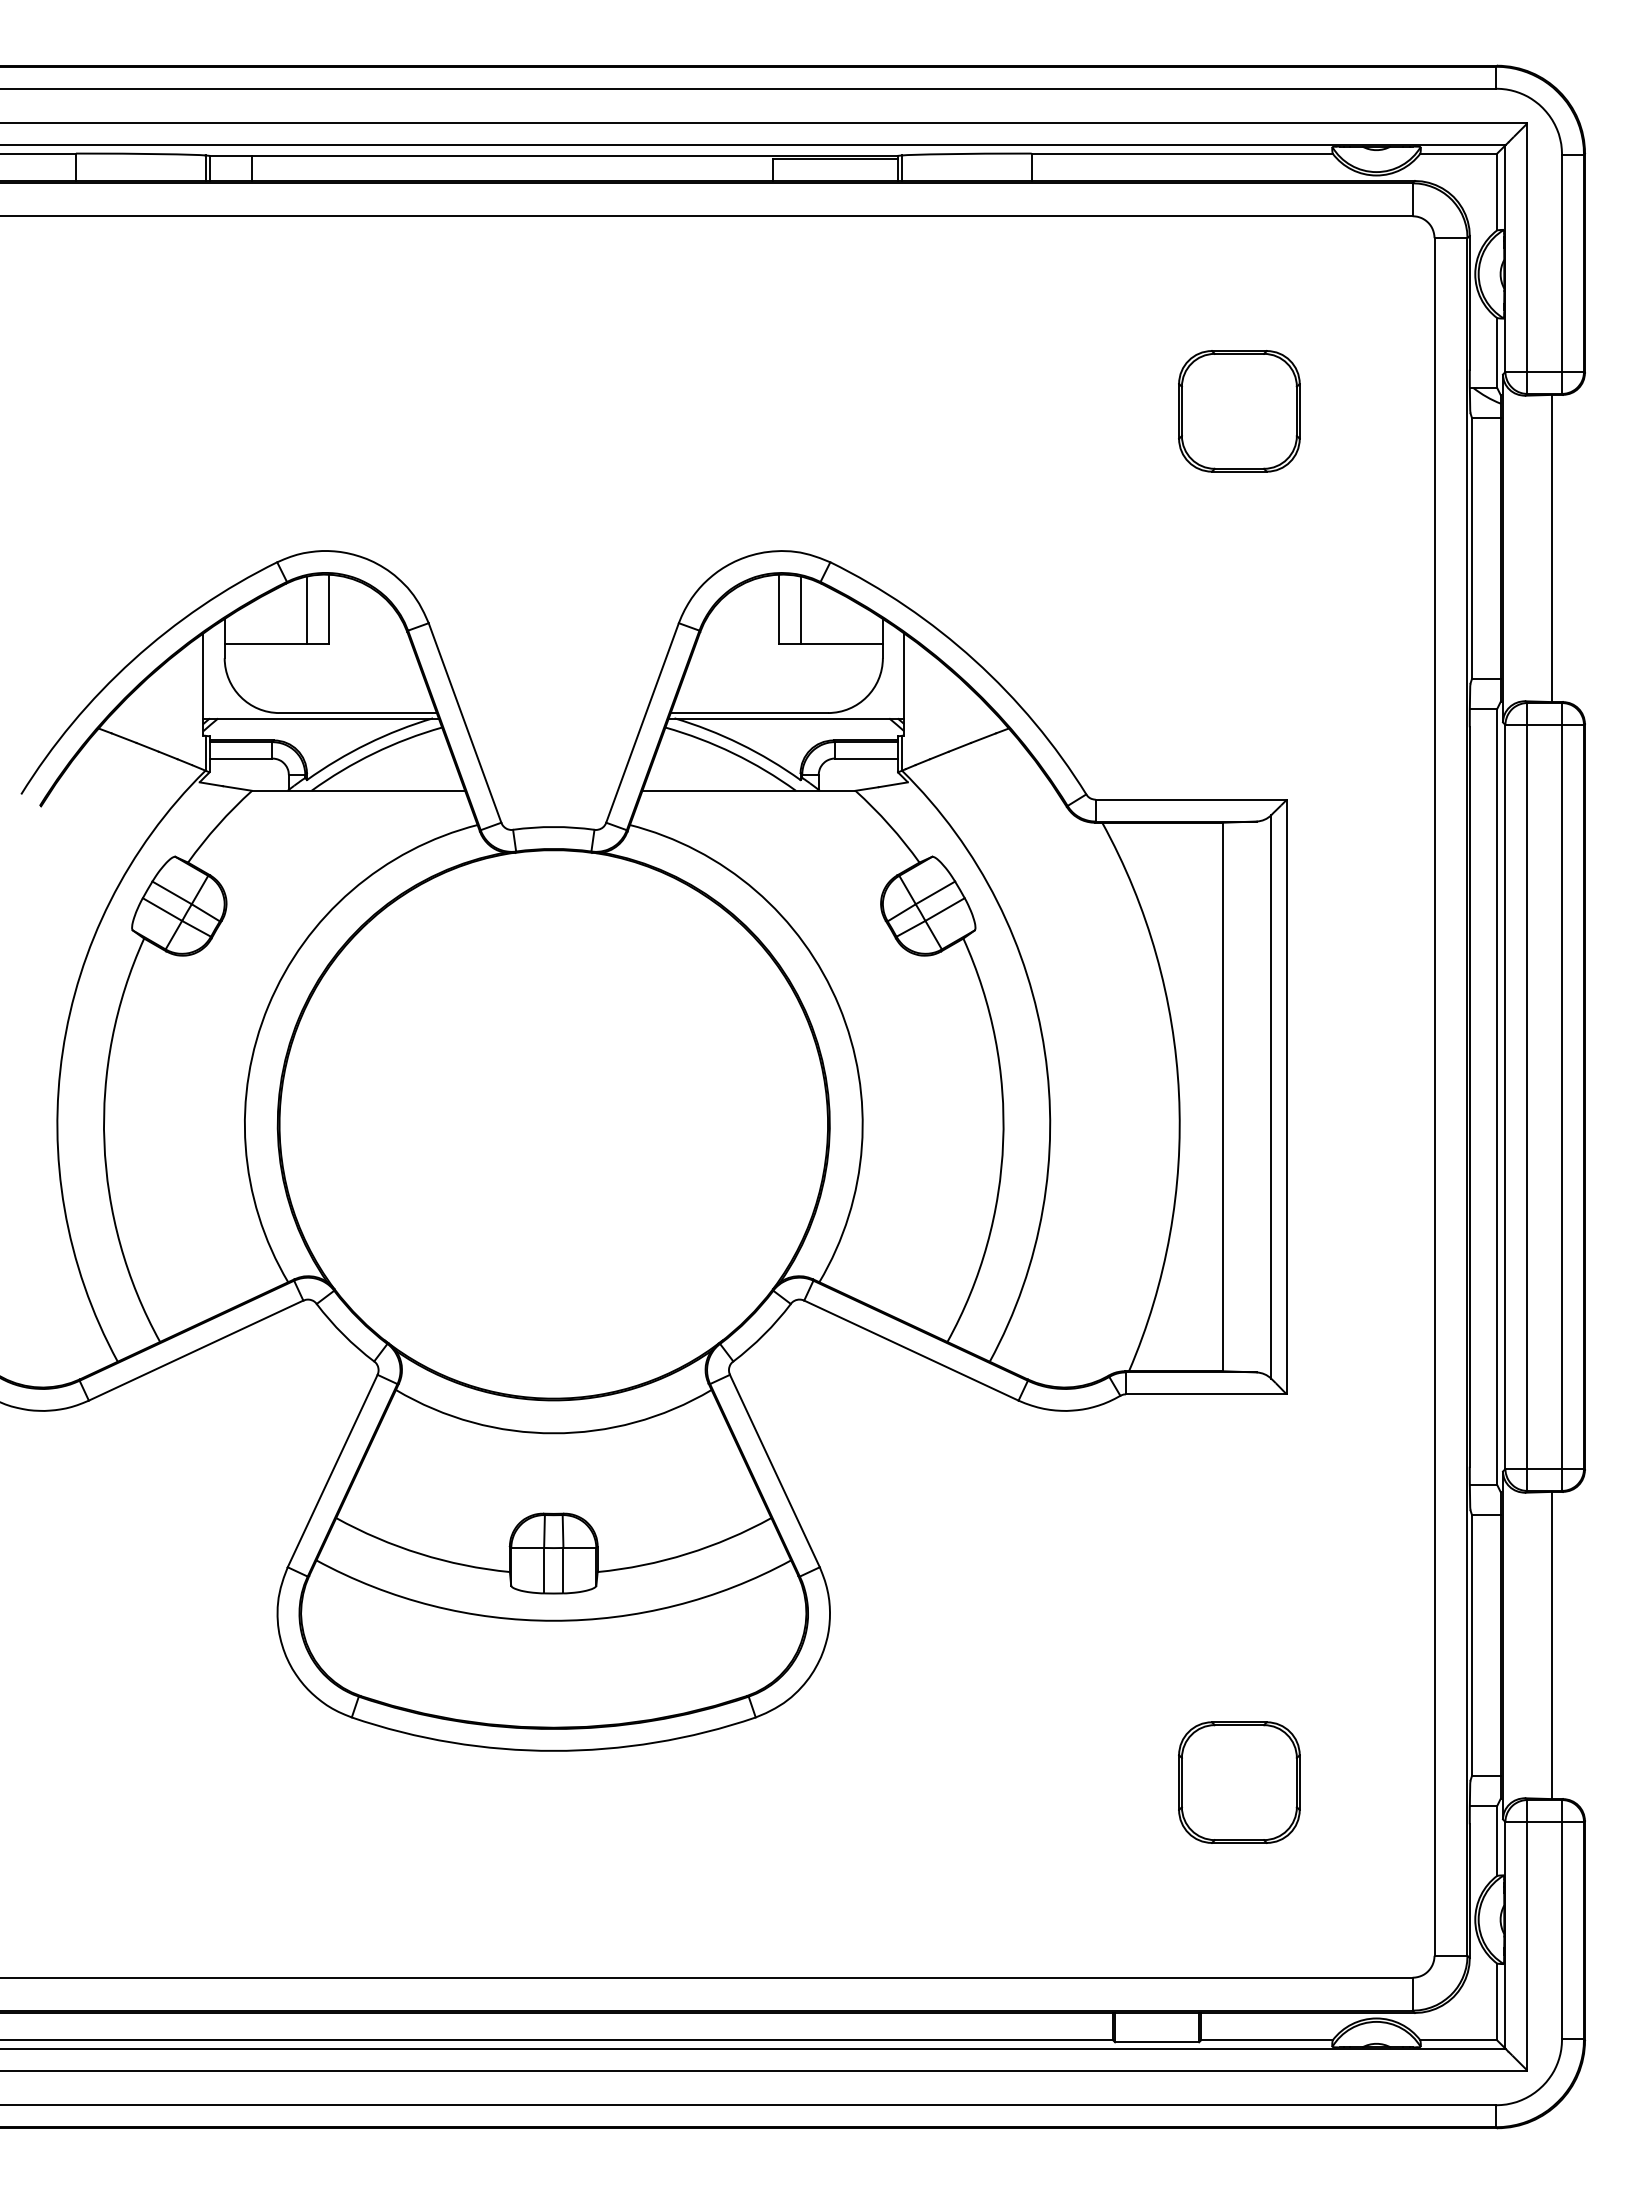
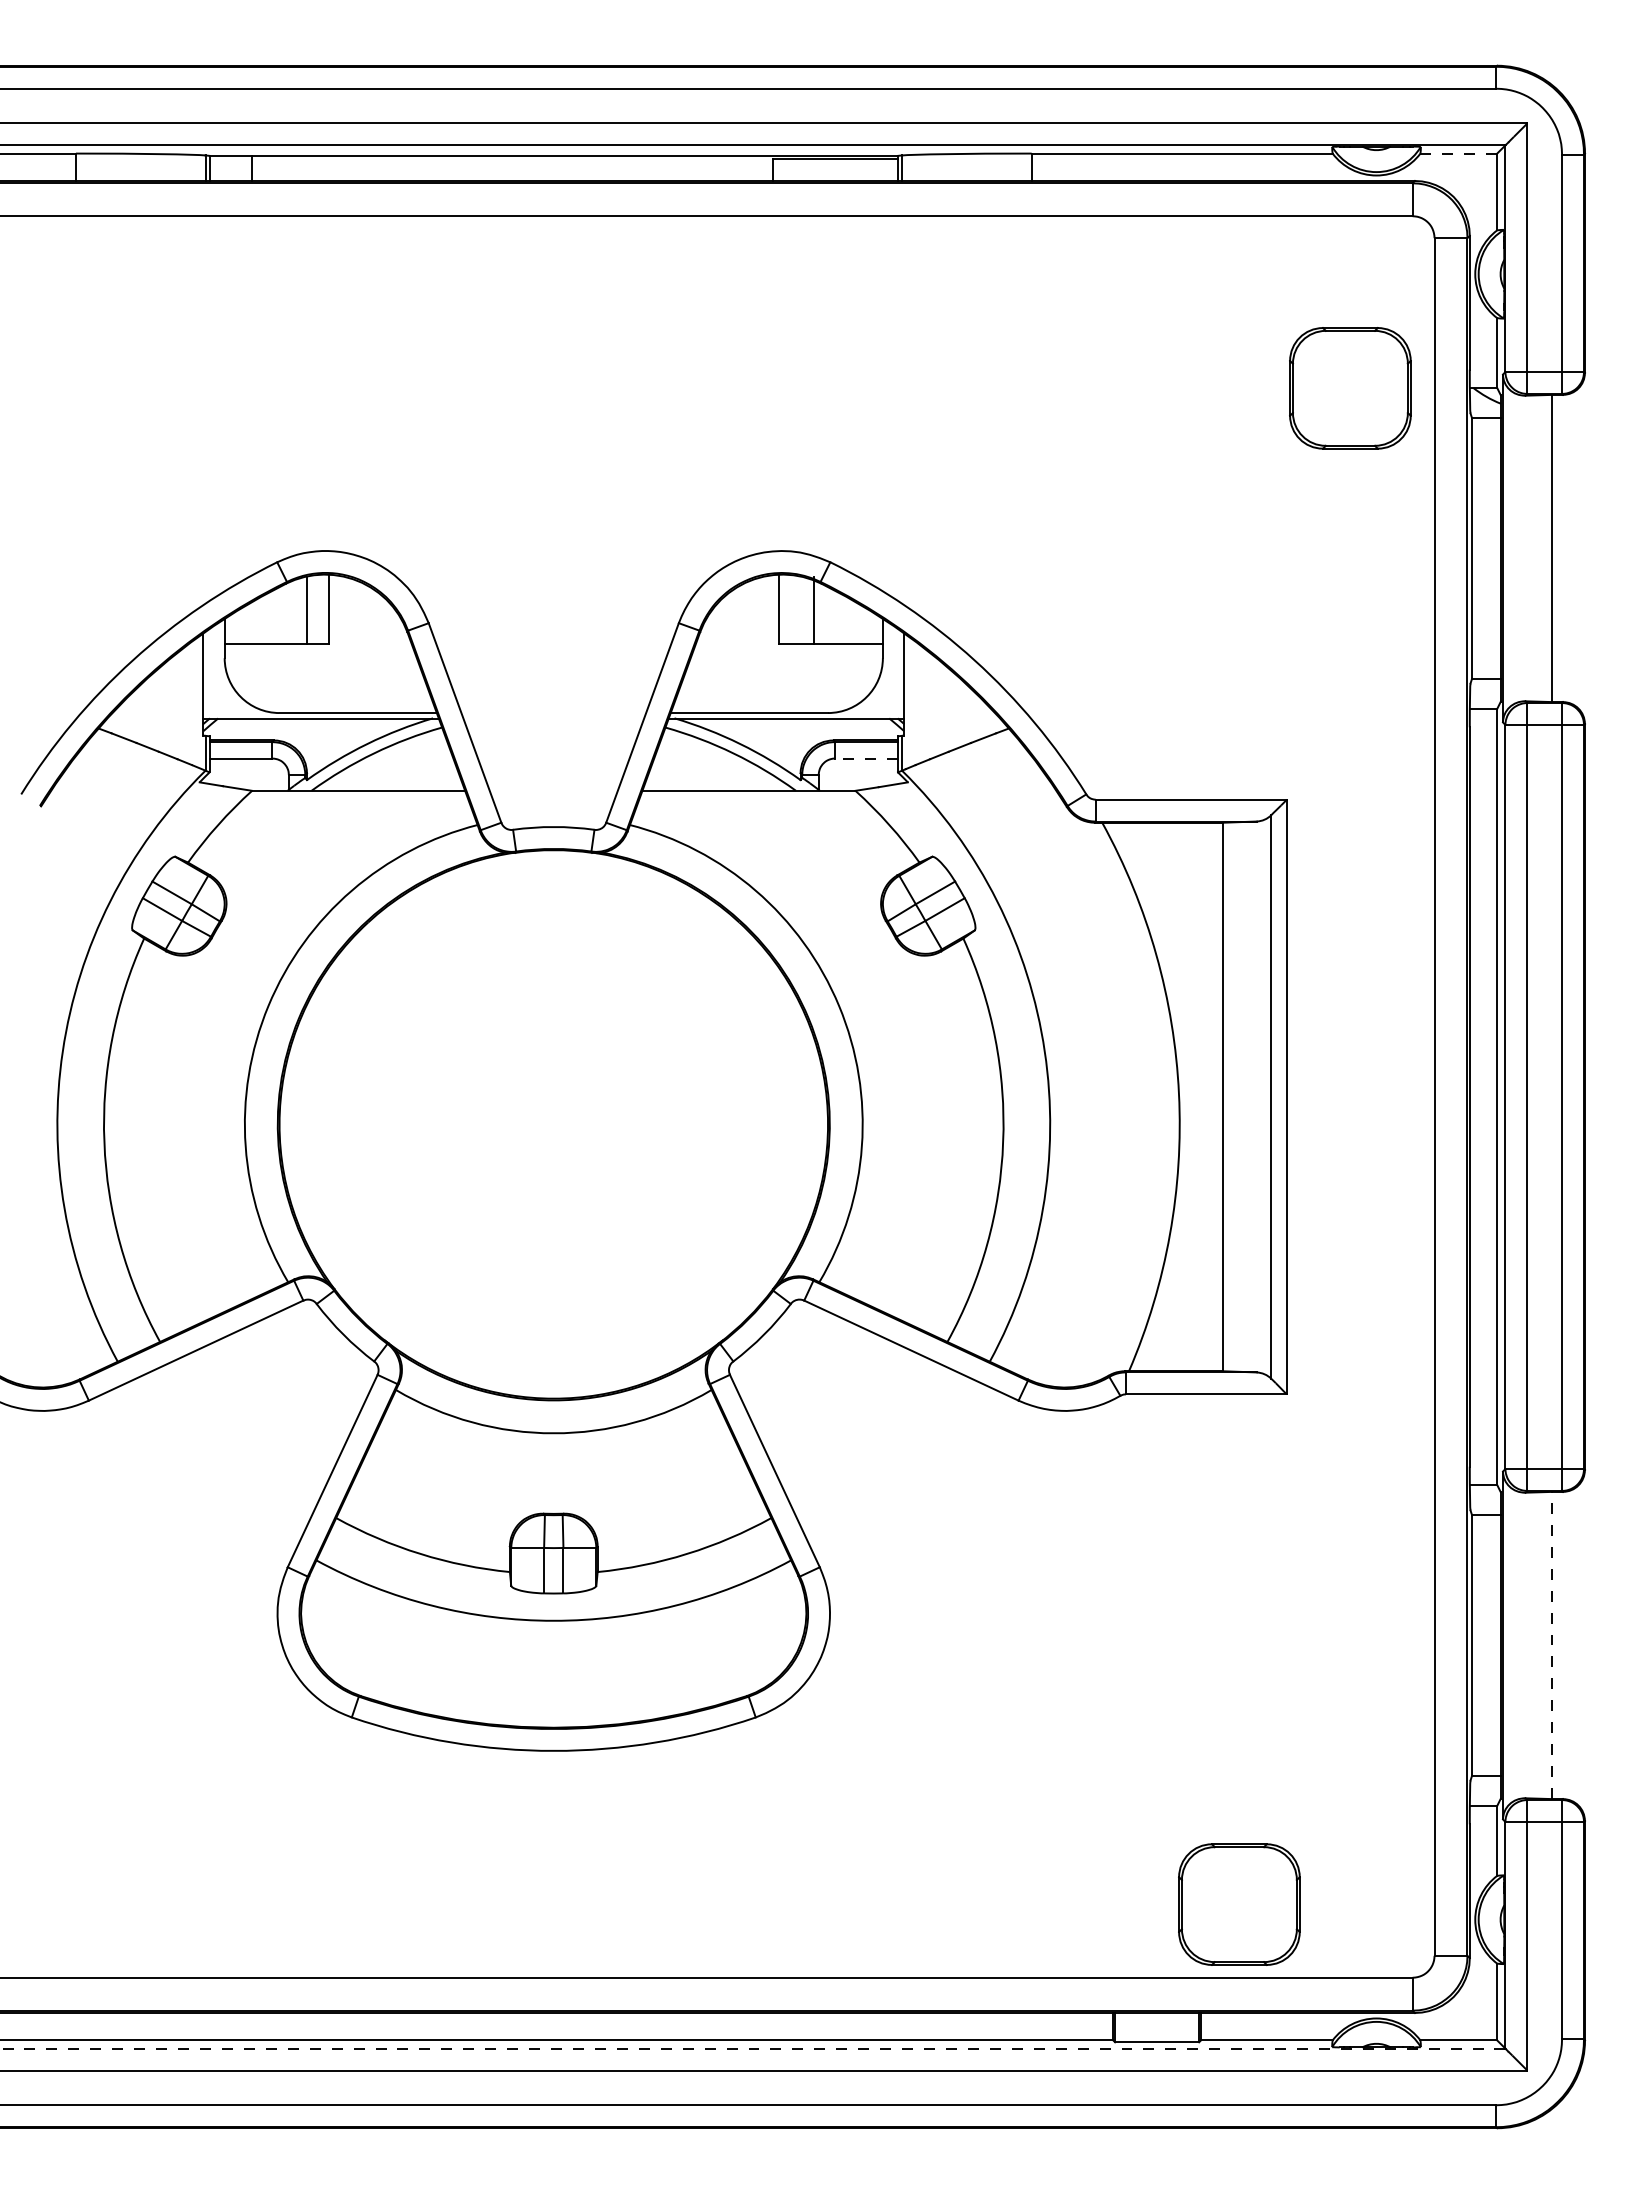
line at (1459, 153): solid -> dashed
part at (1239, 411) position: (1239, 411) -> (1350, 388)
line at (800, 610) position: (800, 610) -> (813, 610)
line at (866, 758): solid -> dashed
line at (1552, 1645): solid -> dashed
part at (1239, 1782) position: (1239, 1782) -> (1239, 1904)
line at (752, 2048): solid -> dashed
